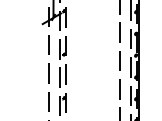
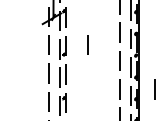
line at (87, 44): none -> present
line at (154, 89): none -> present
